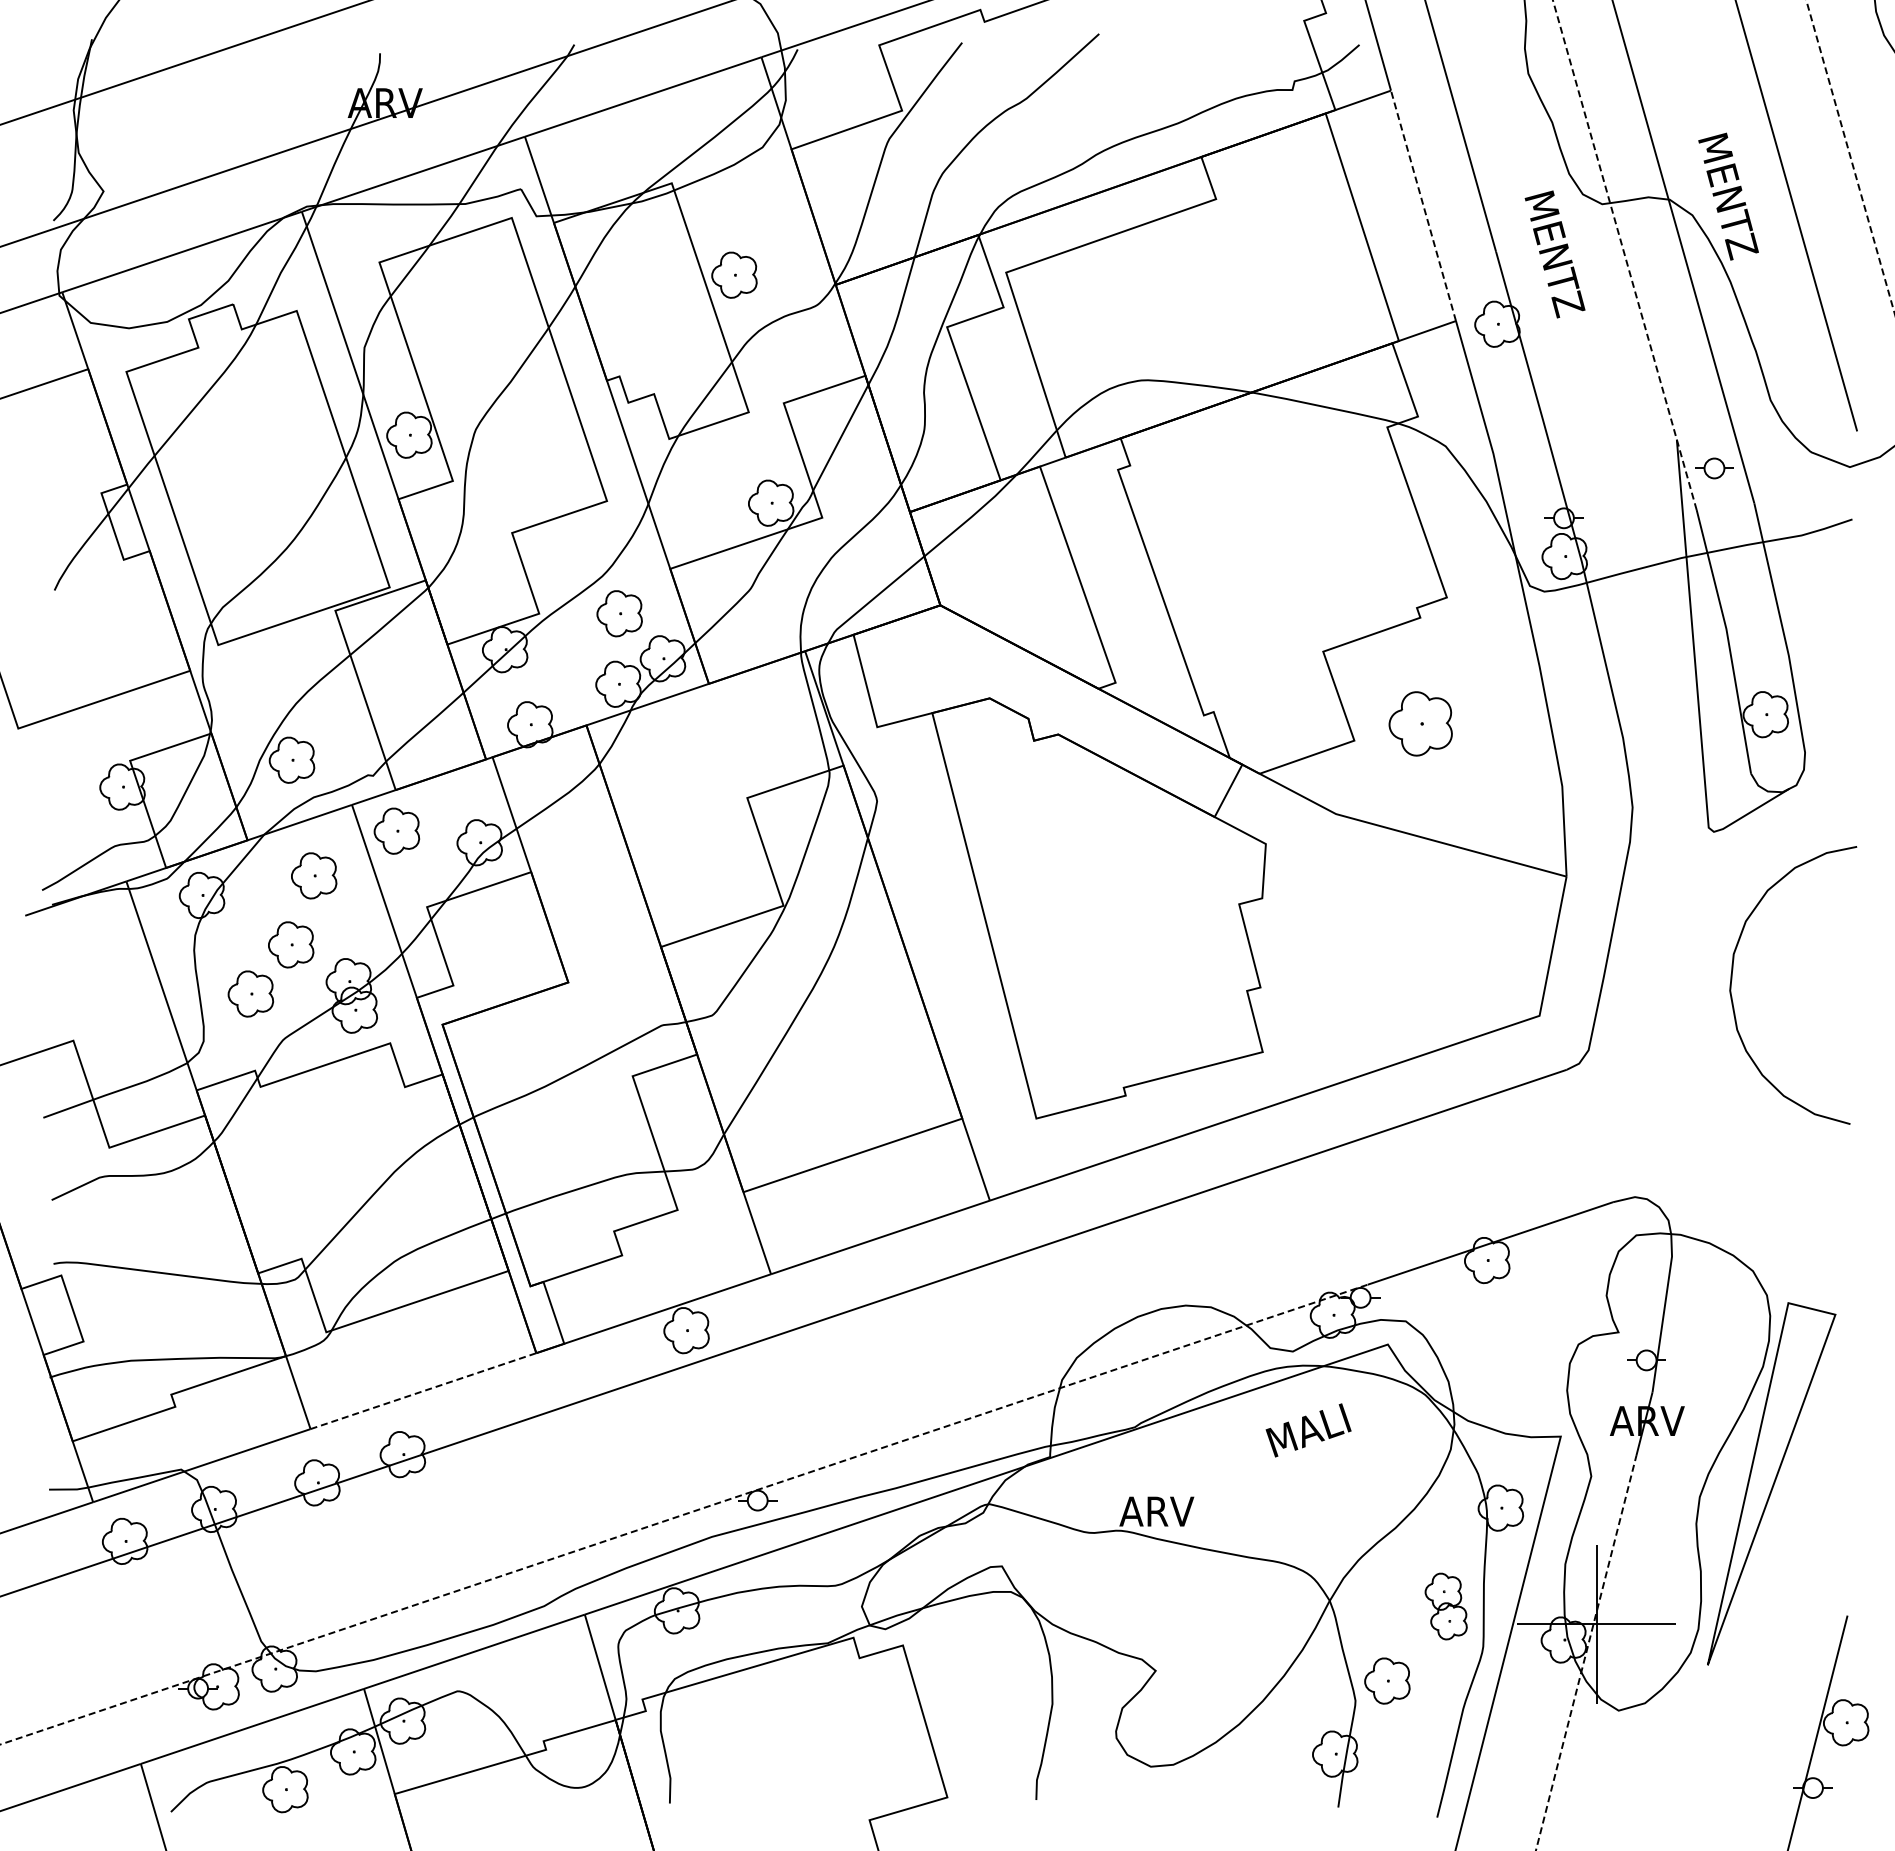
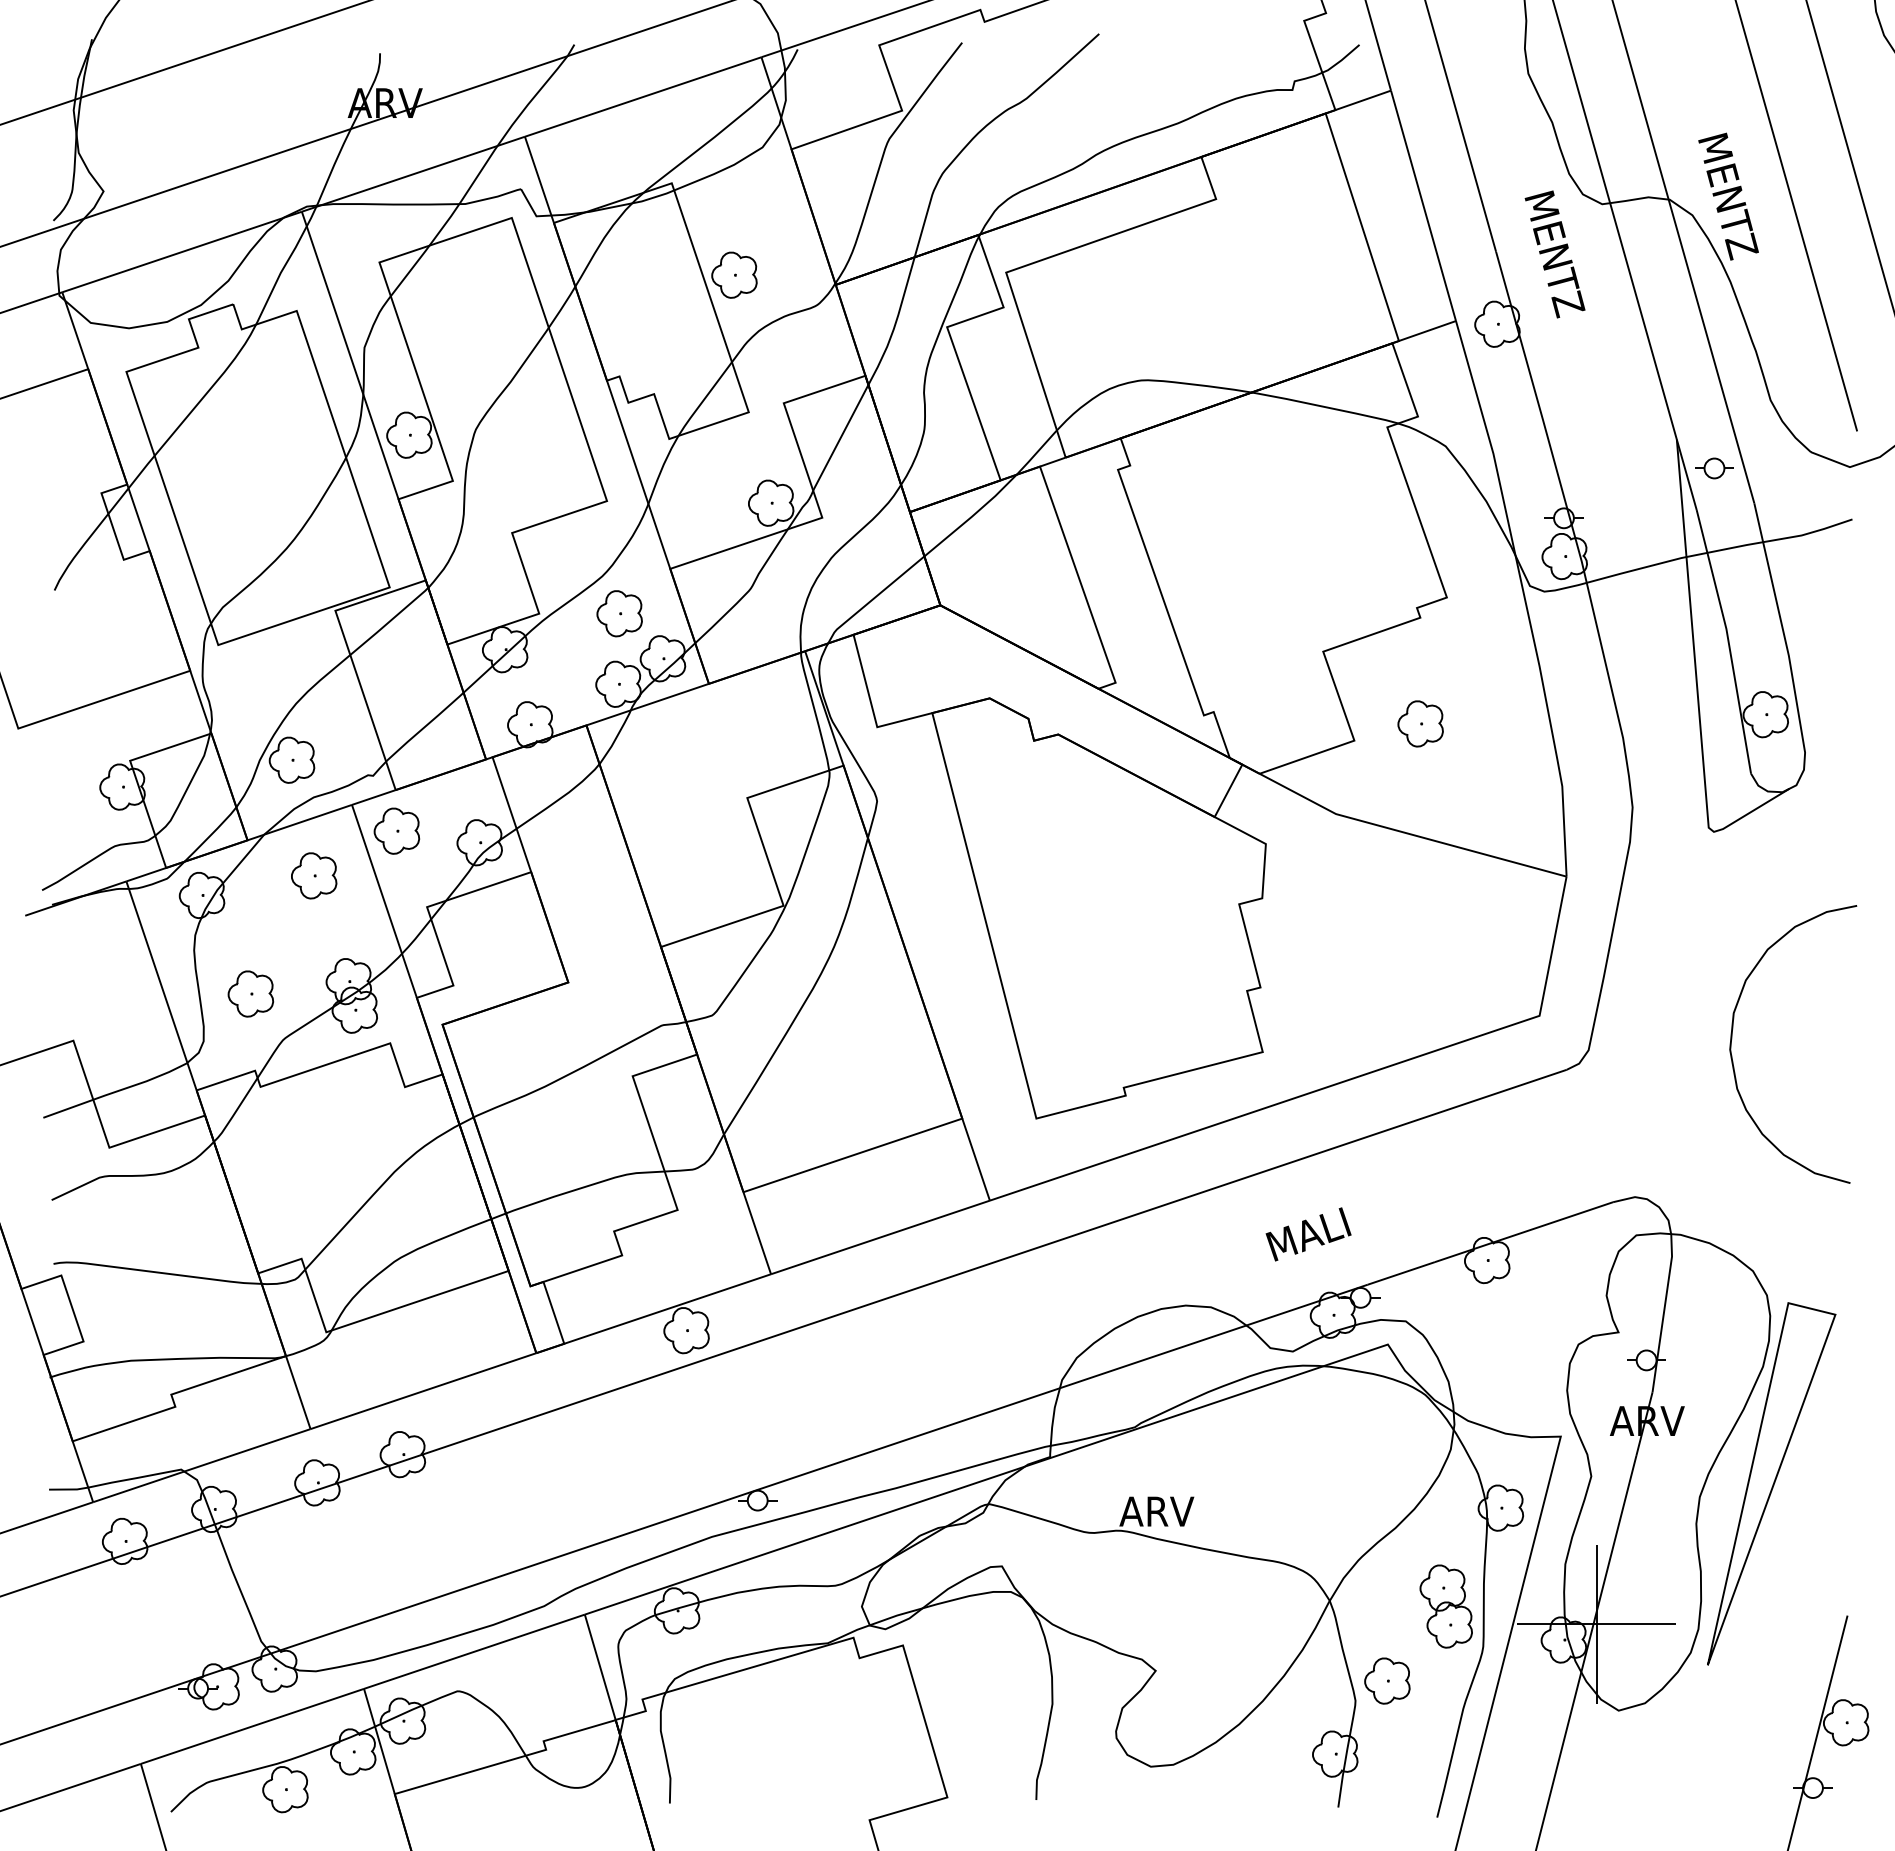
line at (1850, 157): dashed -> solid
line at (1423, 205): dashed -> solid
line at (1624, 255): dashed -> solid
part at (1420, 723) size: 65x66 px -> 47x48 px
part at (291, 944): present -> none
curve at (1732, 980) position: (1732, 980) -> (1732, 1039)
line at (423, 1390): dashed -> solid
text at (1308, 1430) position: (1308, 1430) -> (1308, 1234)
line at (684, 1514): dashed -> solid
part at (1445, 1606) size: 44x69 px -> 54x85 px
line at (1586, 1651): dashed -> solid
